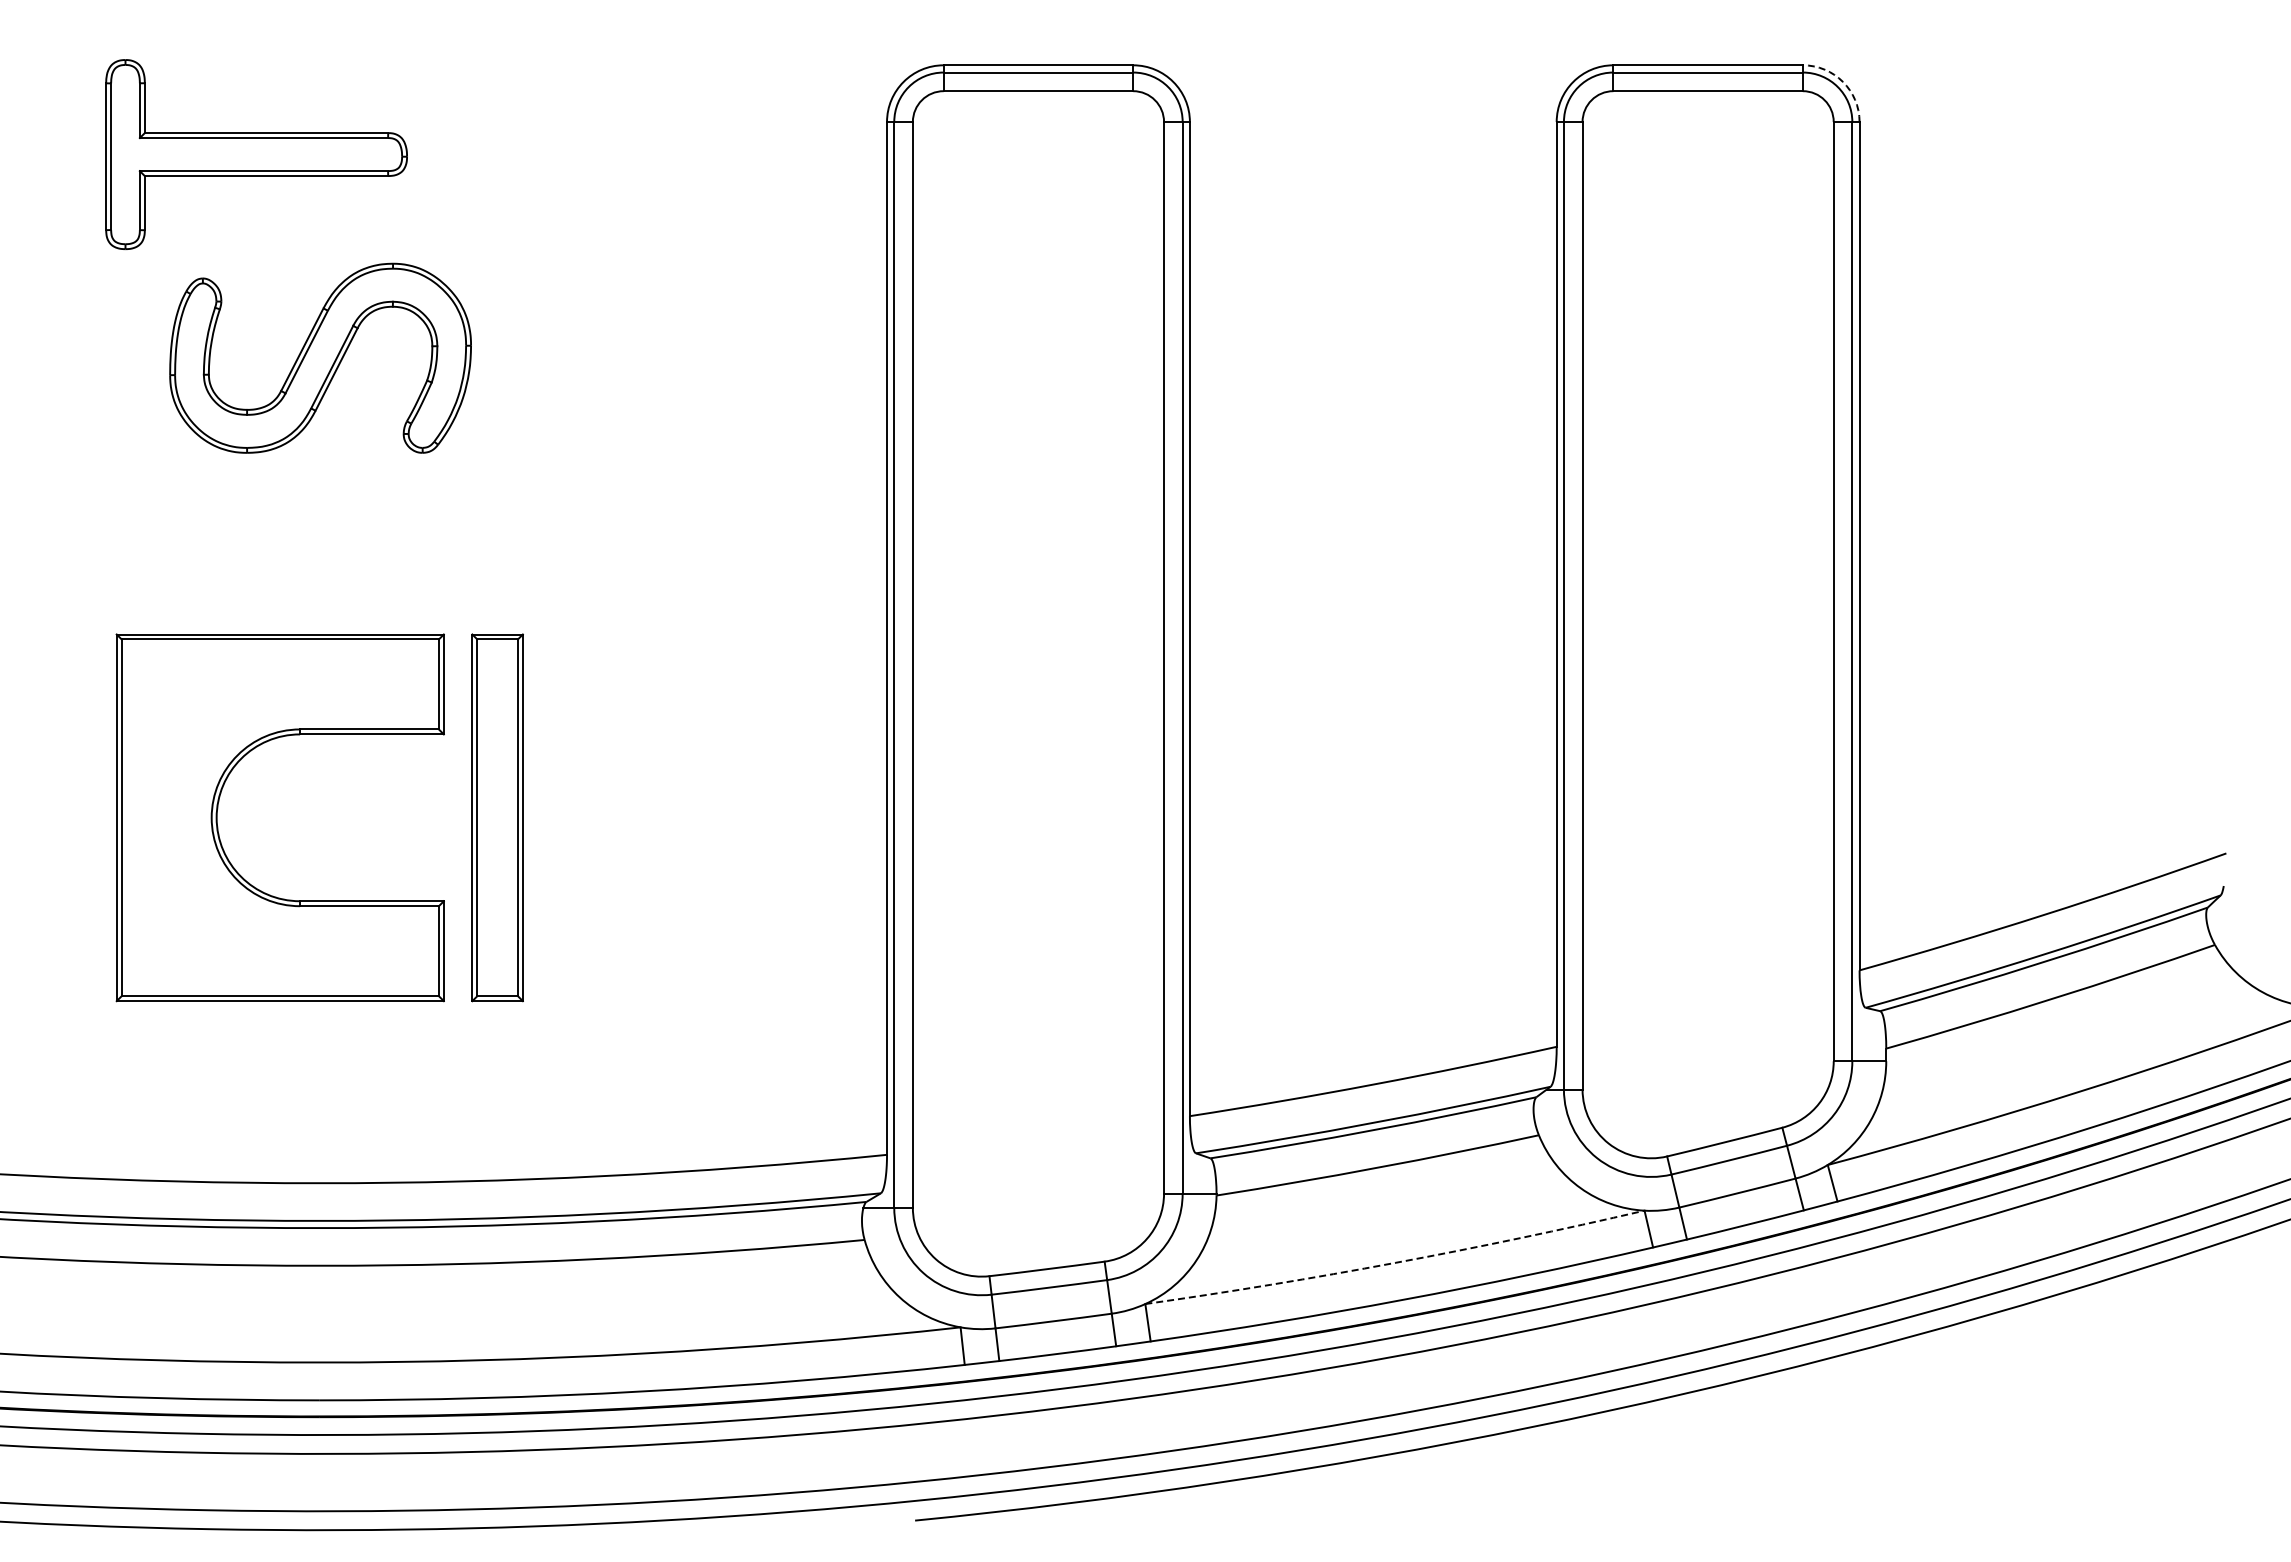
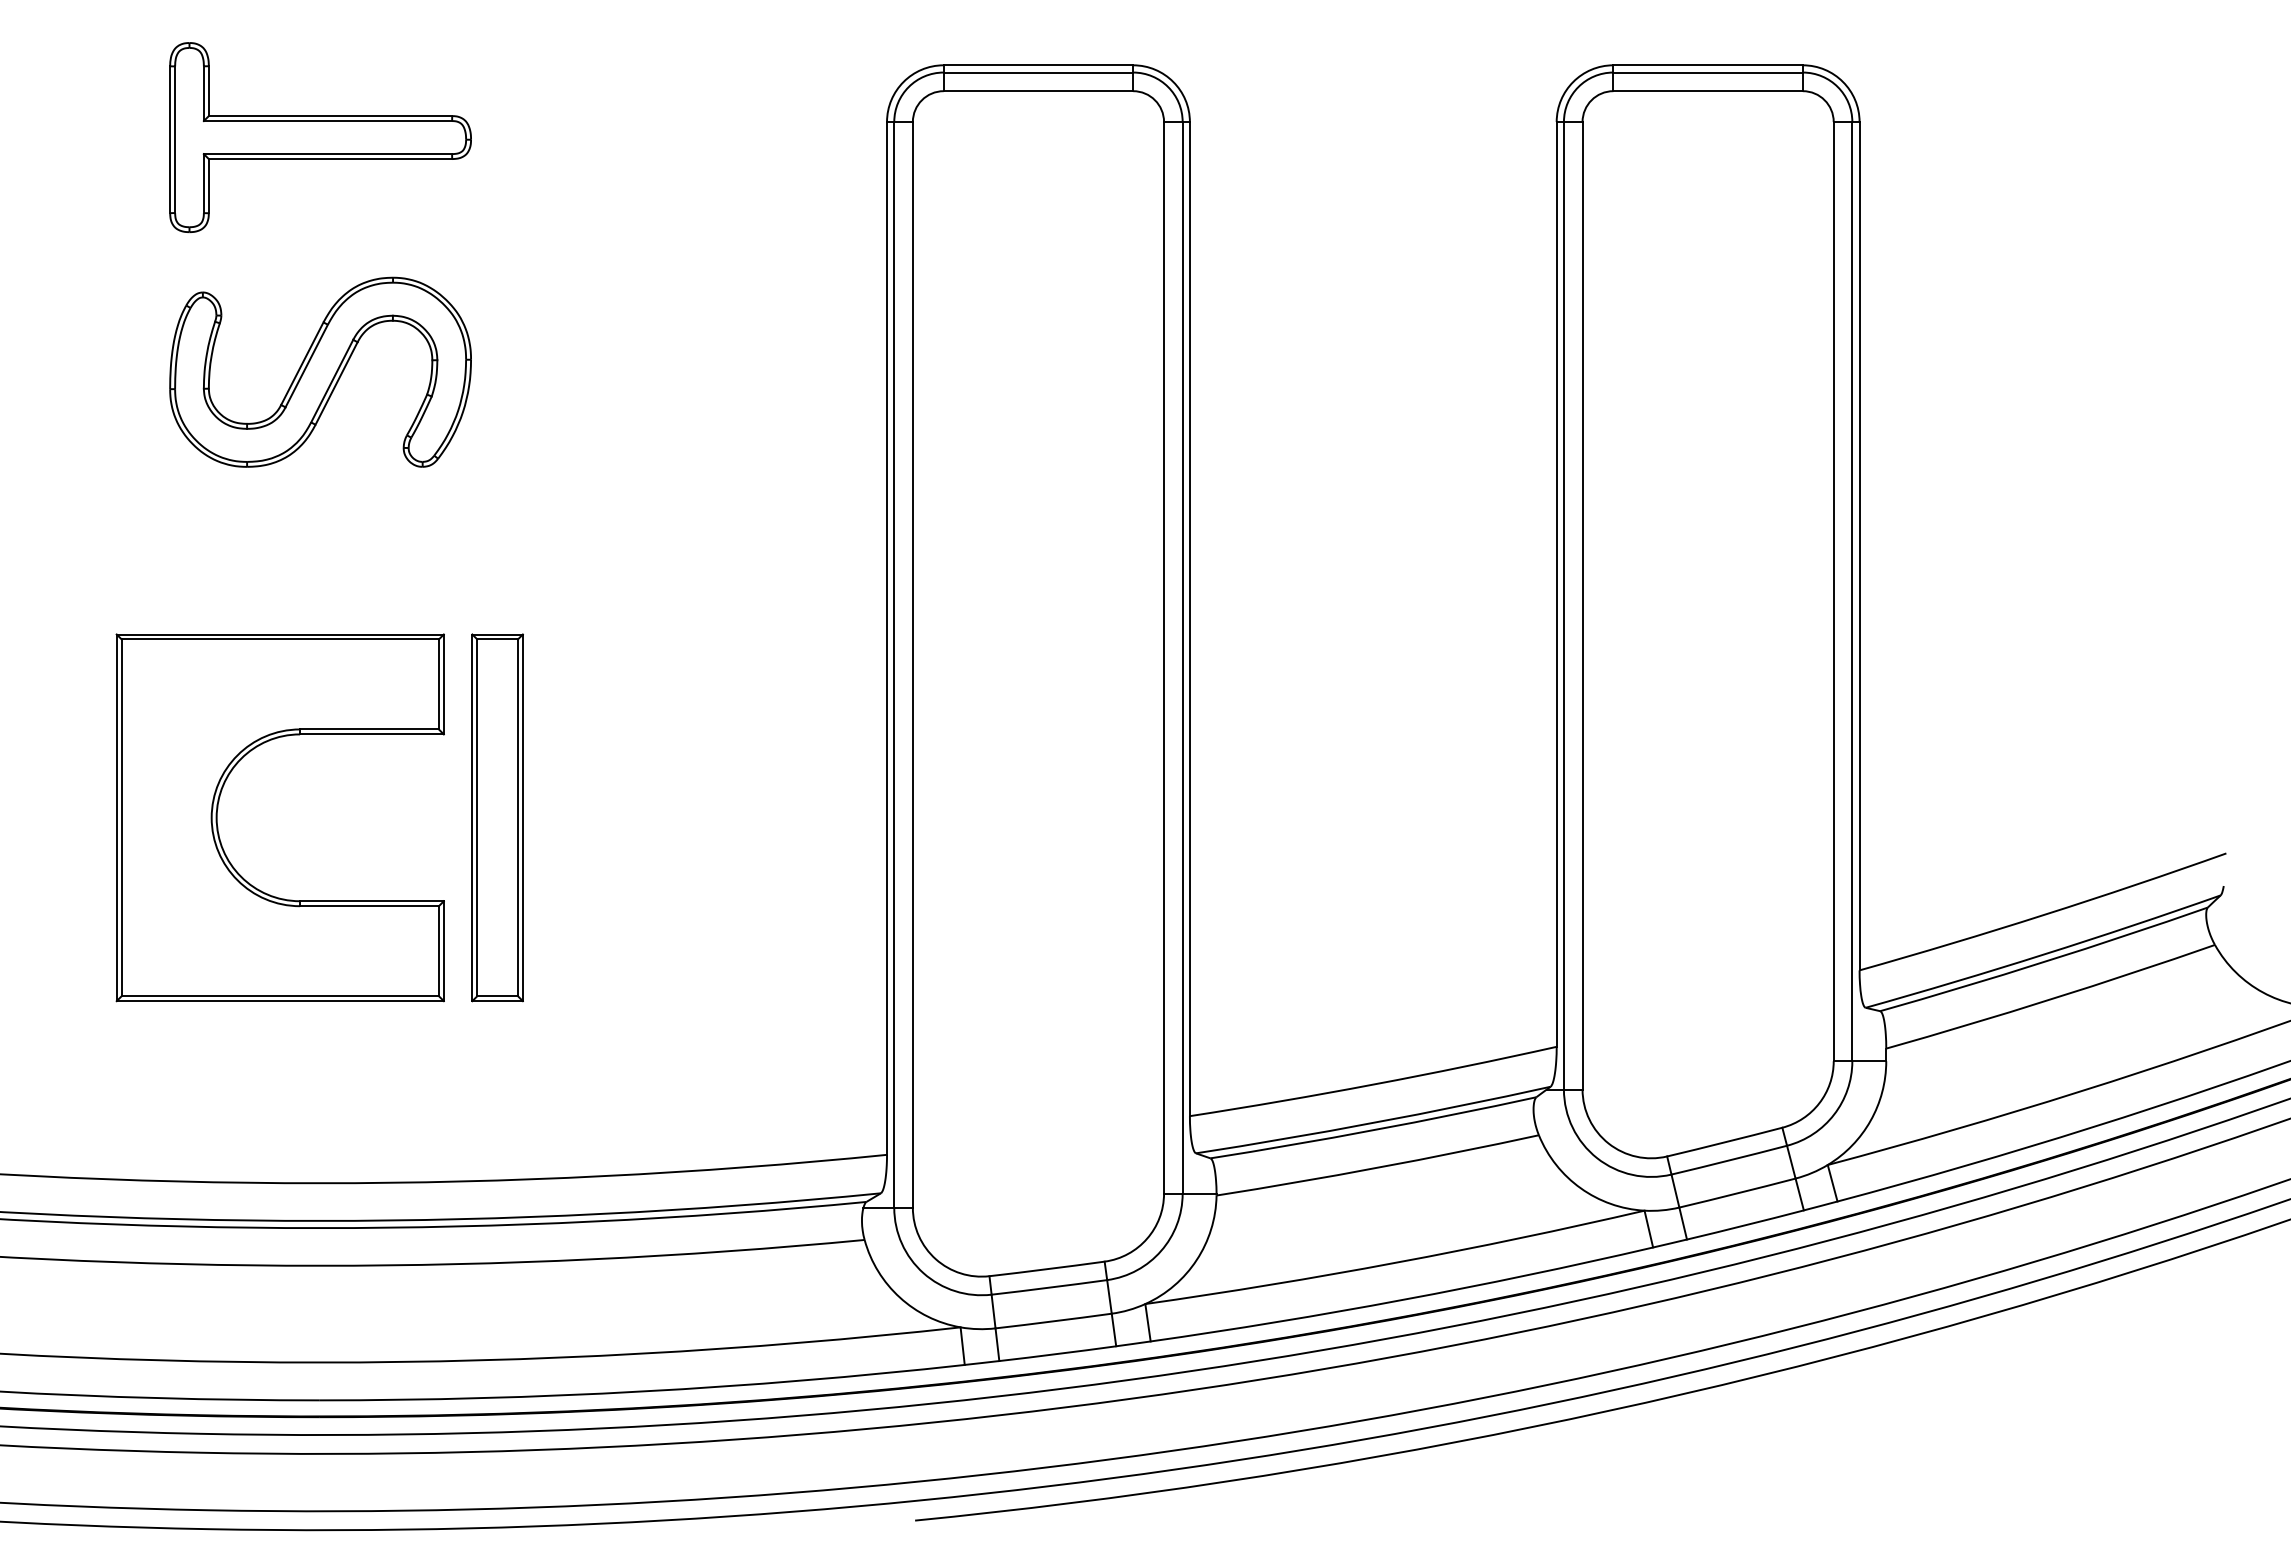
arc at (1842, 81): dashed -> solid
part at (256, 154) position: (256, 154) -> (320, 137)
part at (320, 357) position: (320, 357) -> (320, 371)
arc at (1395, 1262): dashed -> solid
